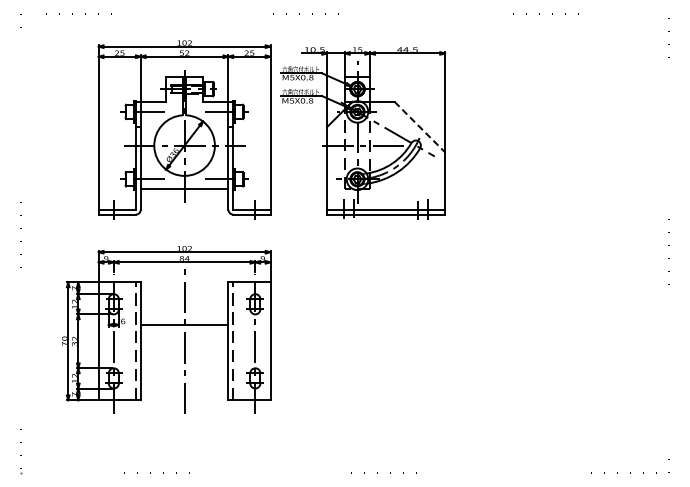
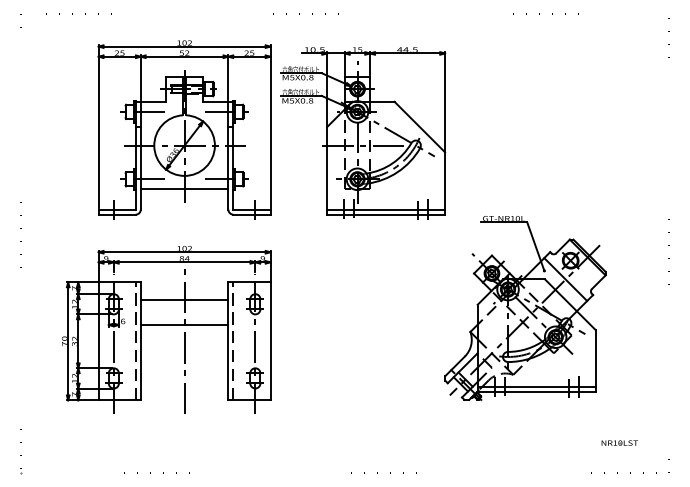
line at (419, 127): dashed -> solid
line at (184, 300): none -> present
part at (525, 308): none -> present
part at (619, 442): none -> present
